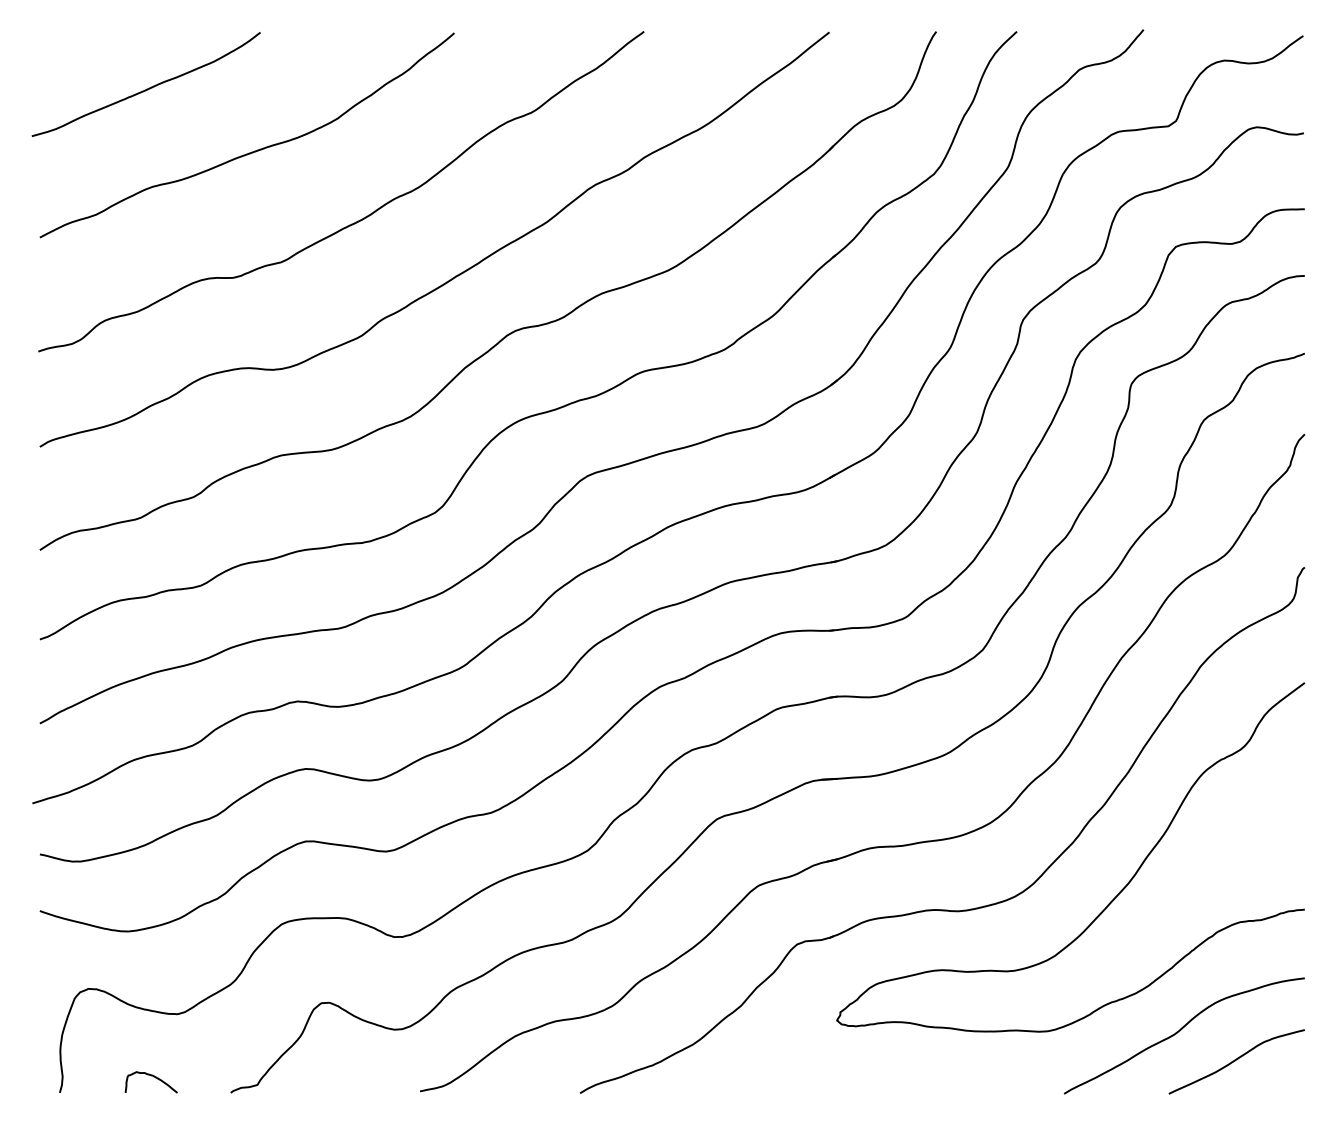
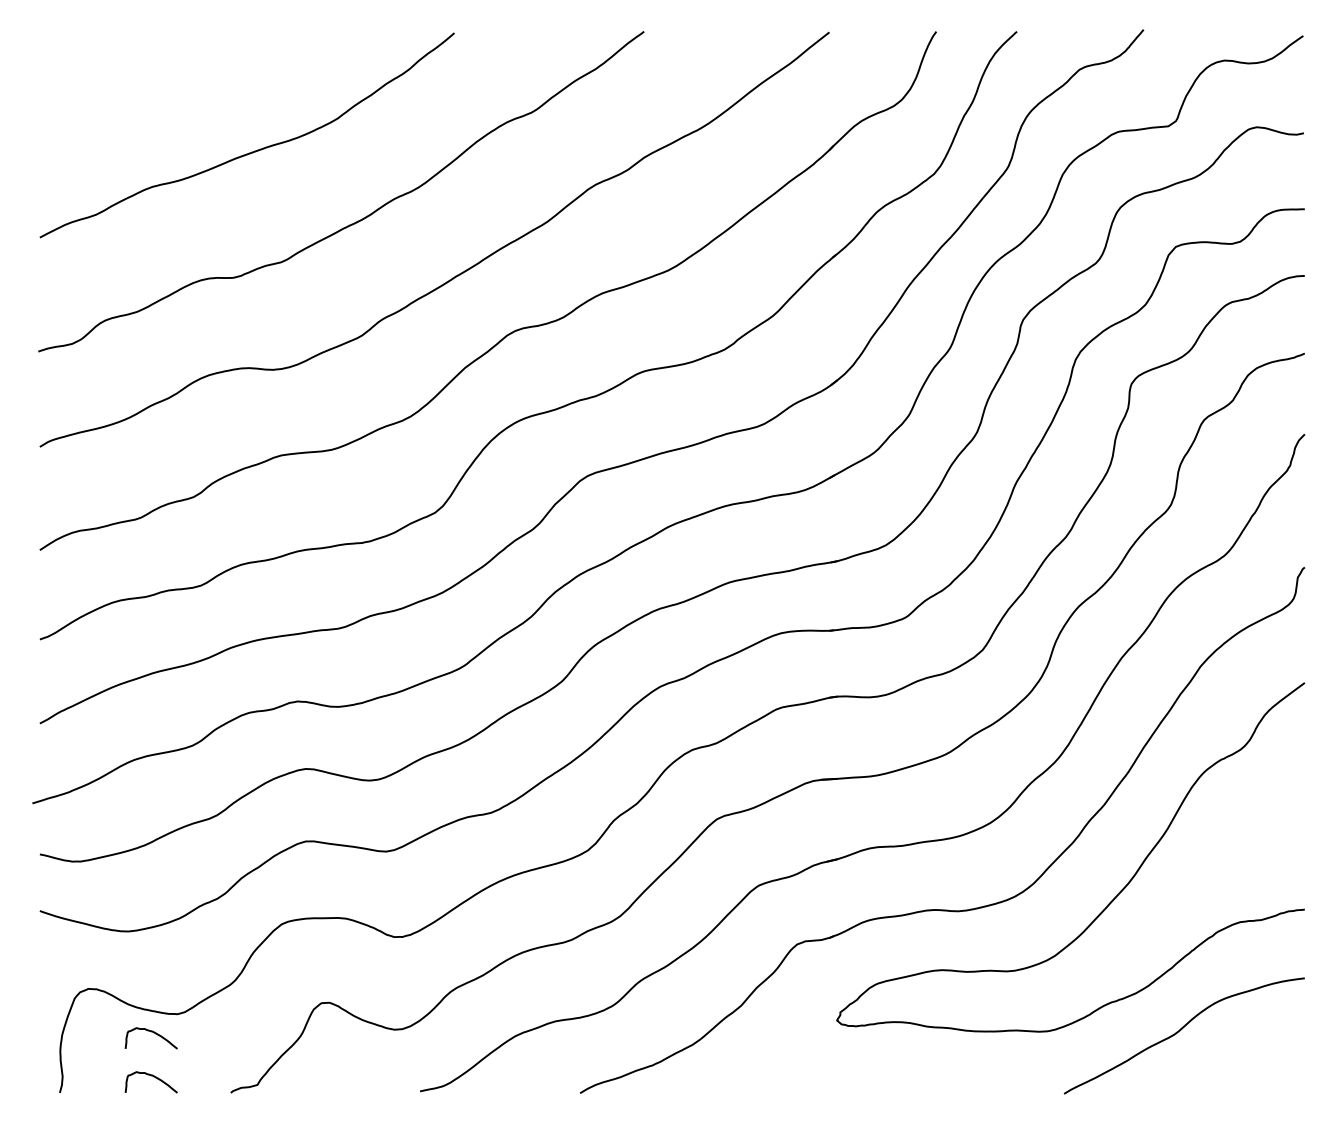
curve at (147, 88): present -> none
curve at (153, 1033): none -> present
curve at (1236, 1060): present -> none
